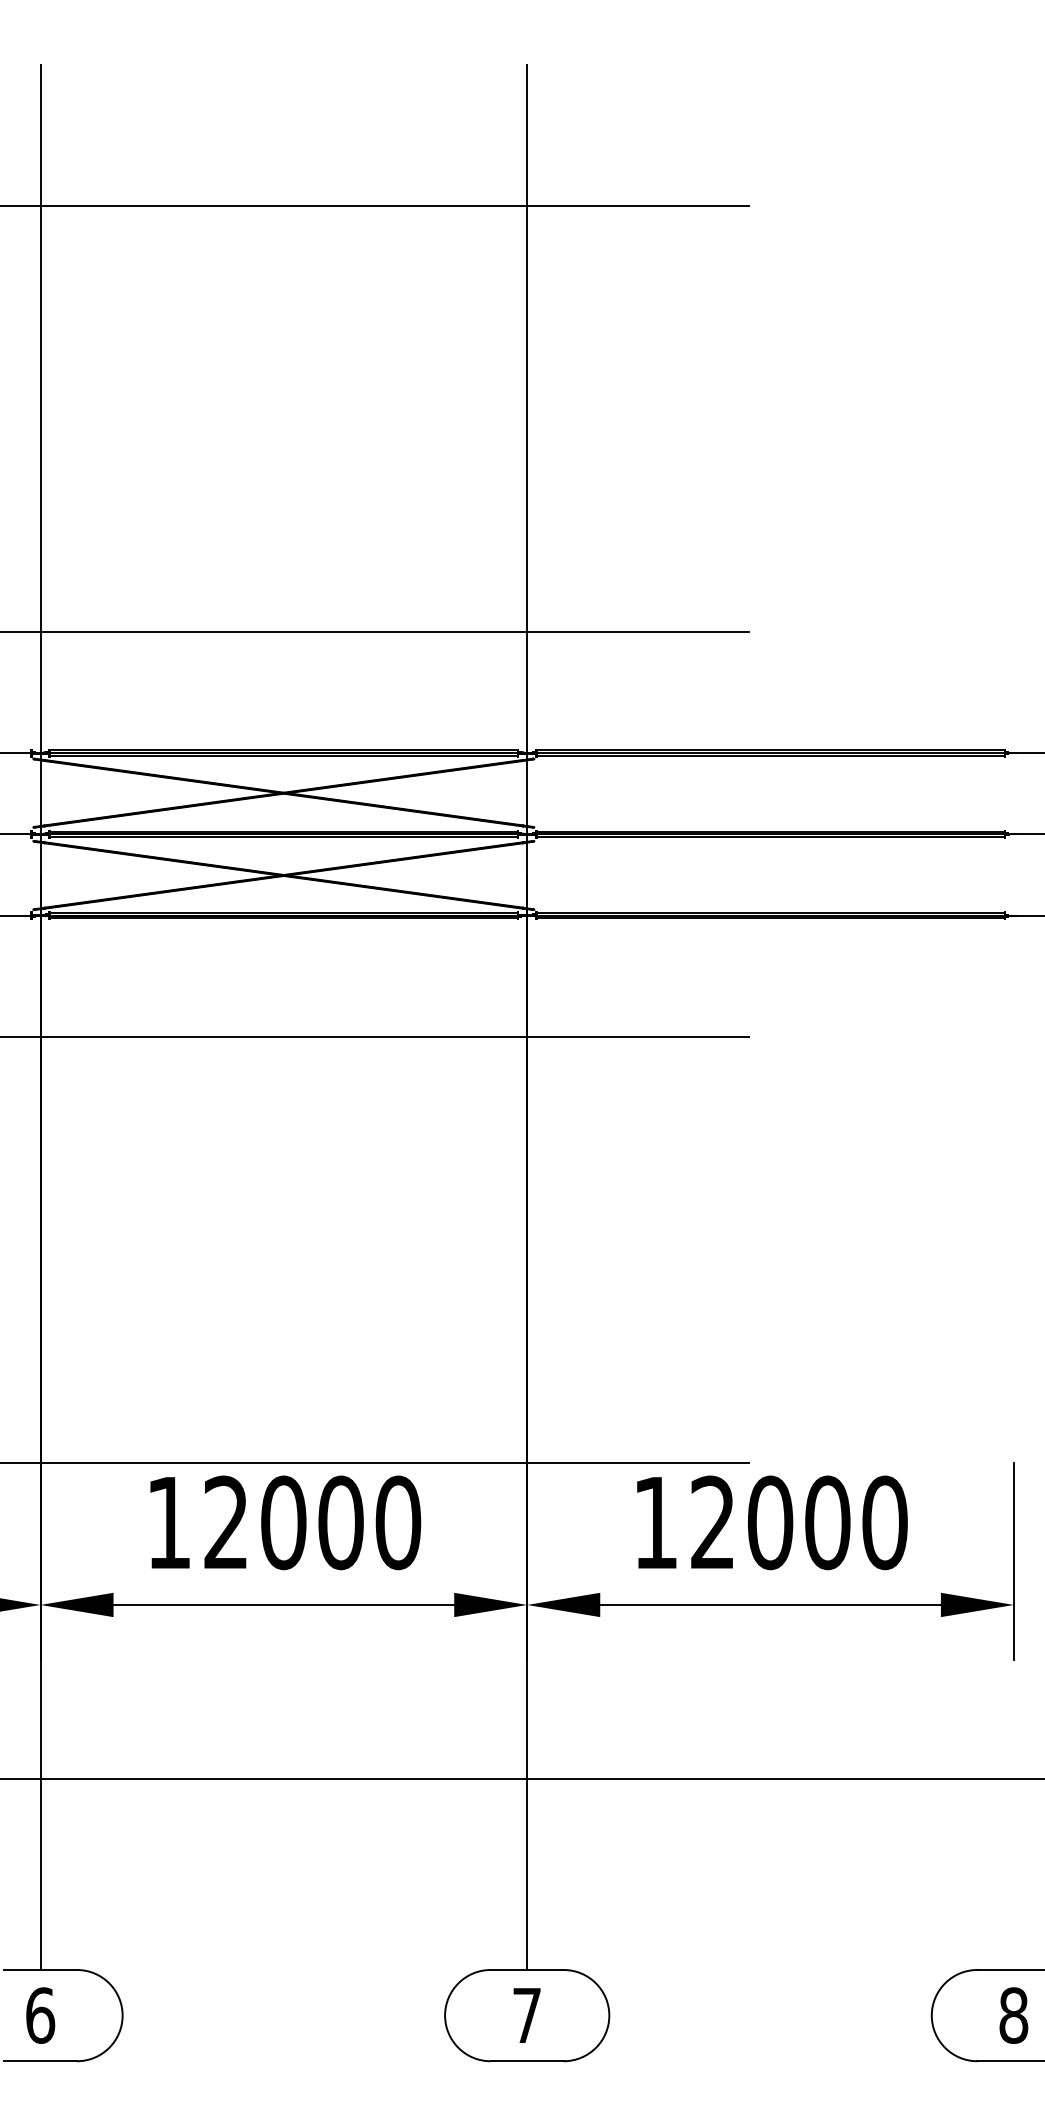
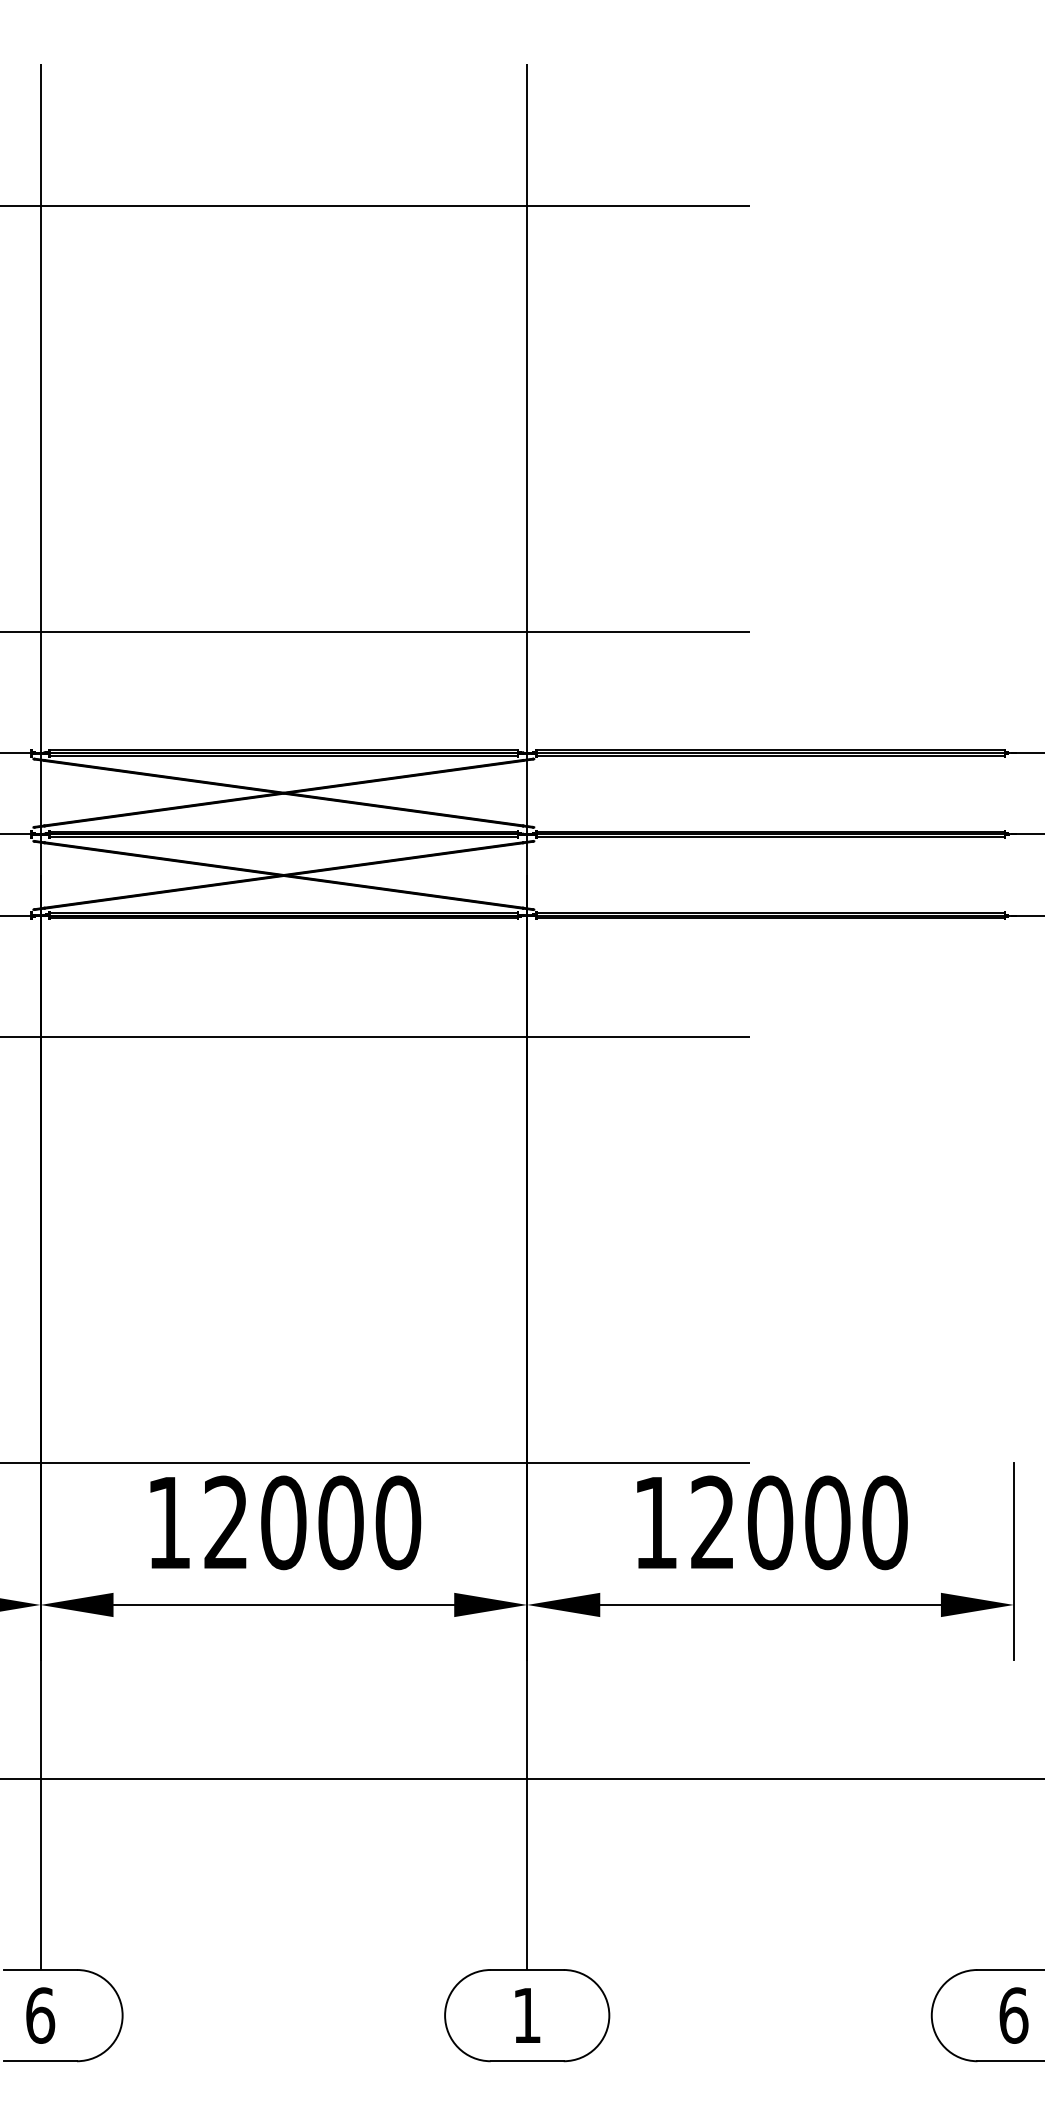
text at (526, 2015): 7 -> 1
text at (1013, 2015): 8 -> 6
